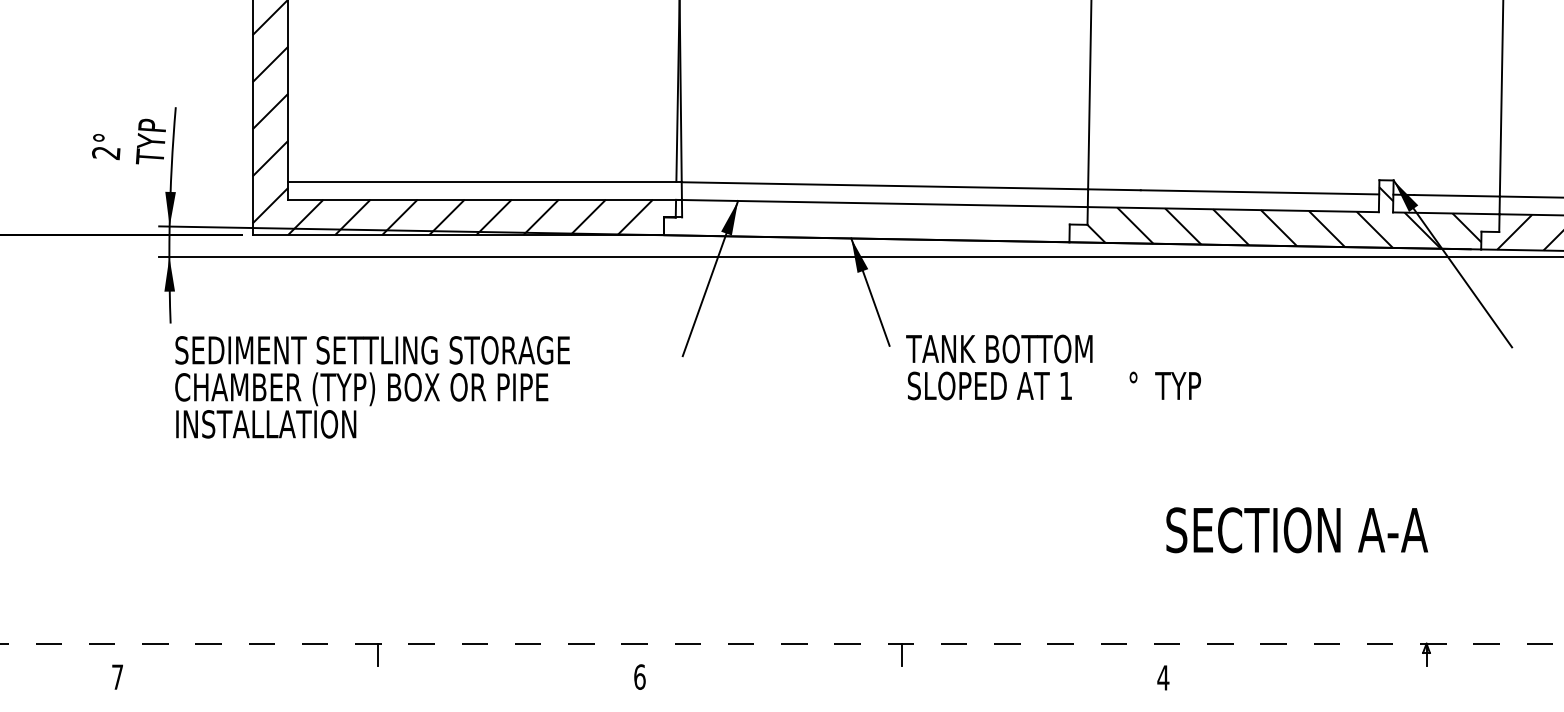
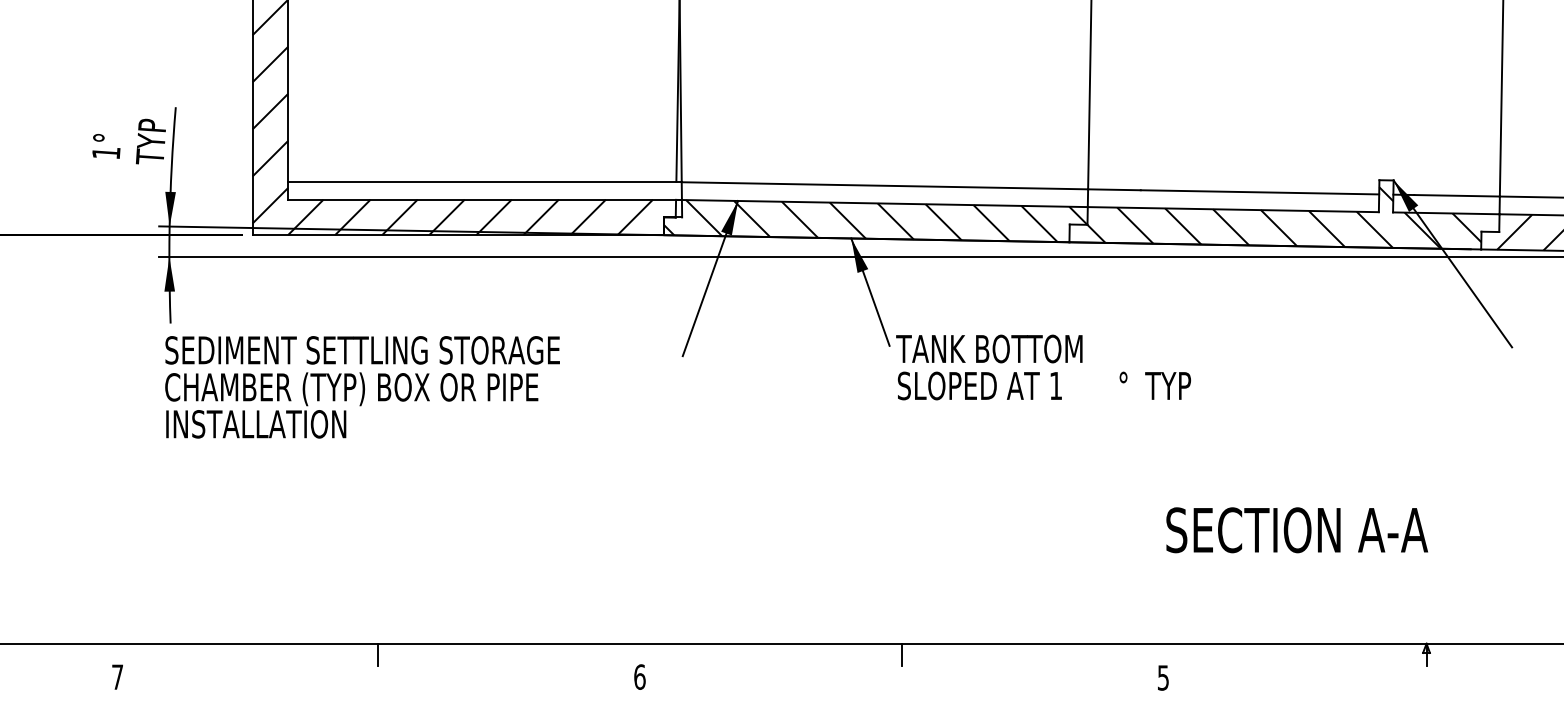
text at (106, 153): 2° -> 1°
hatch at (875, 221): none -> present
text at (1053, 367) position: (1053, 367) -> (1043, 367)
text at (372, 387) position: (372, 387) -> (362, 387)
line at (781, 643): dashed -> solid
text at (1163, 677): 4 -> 5
